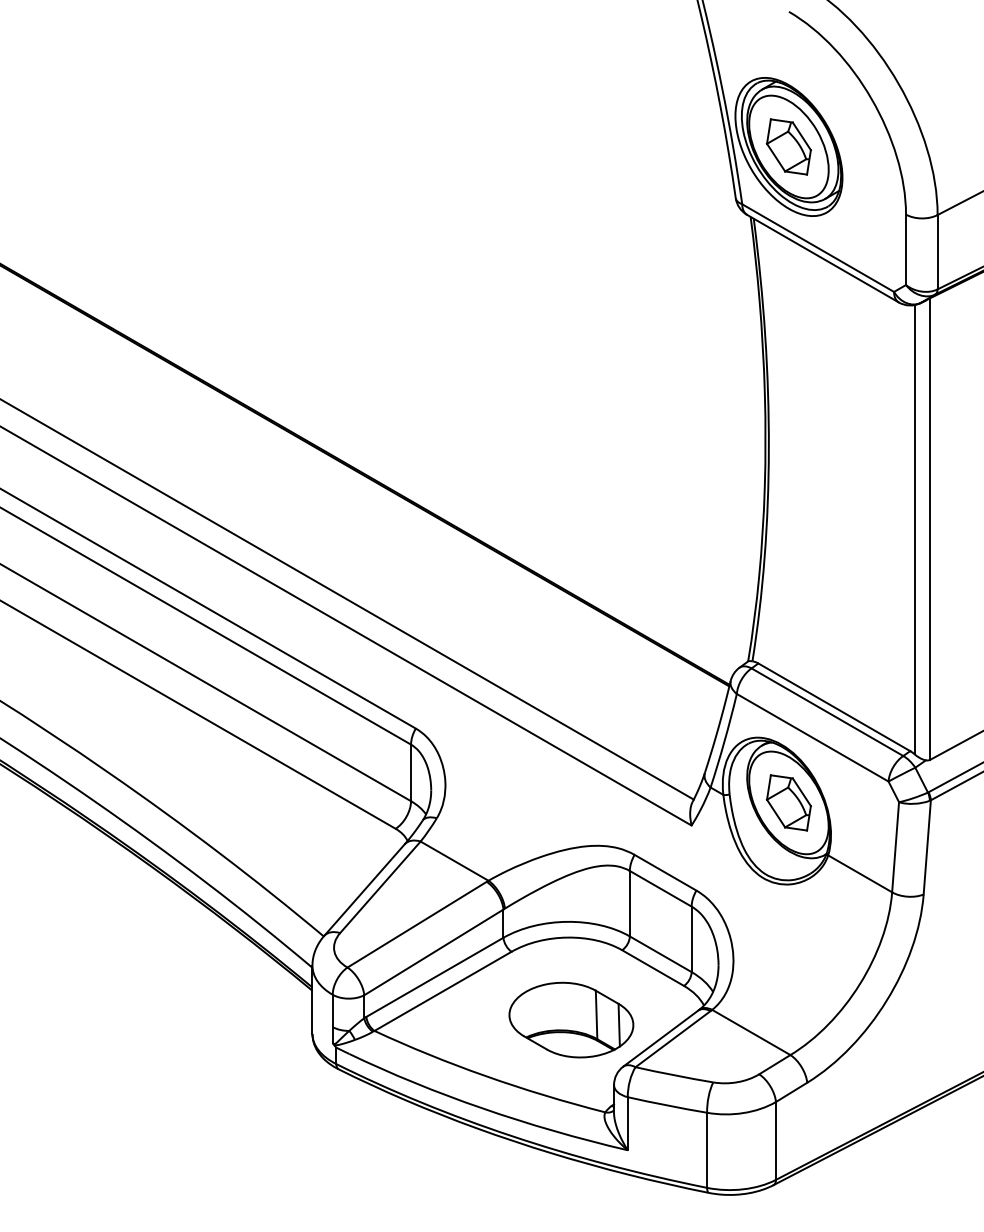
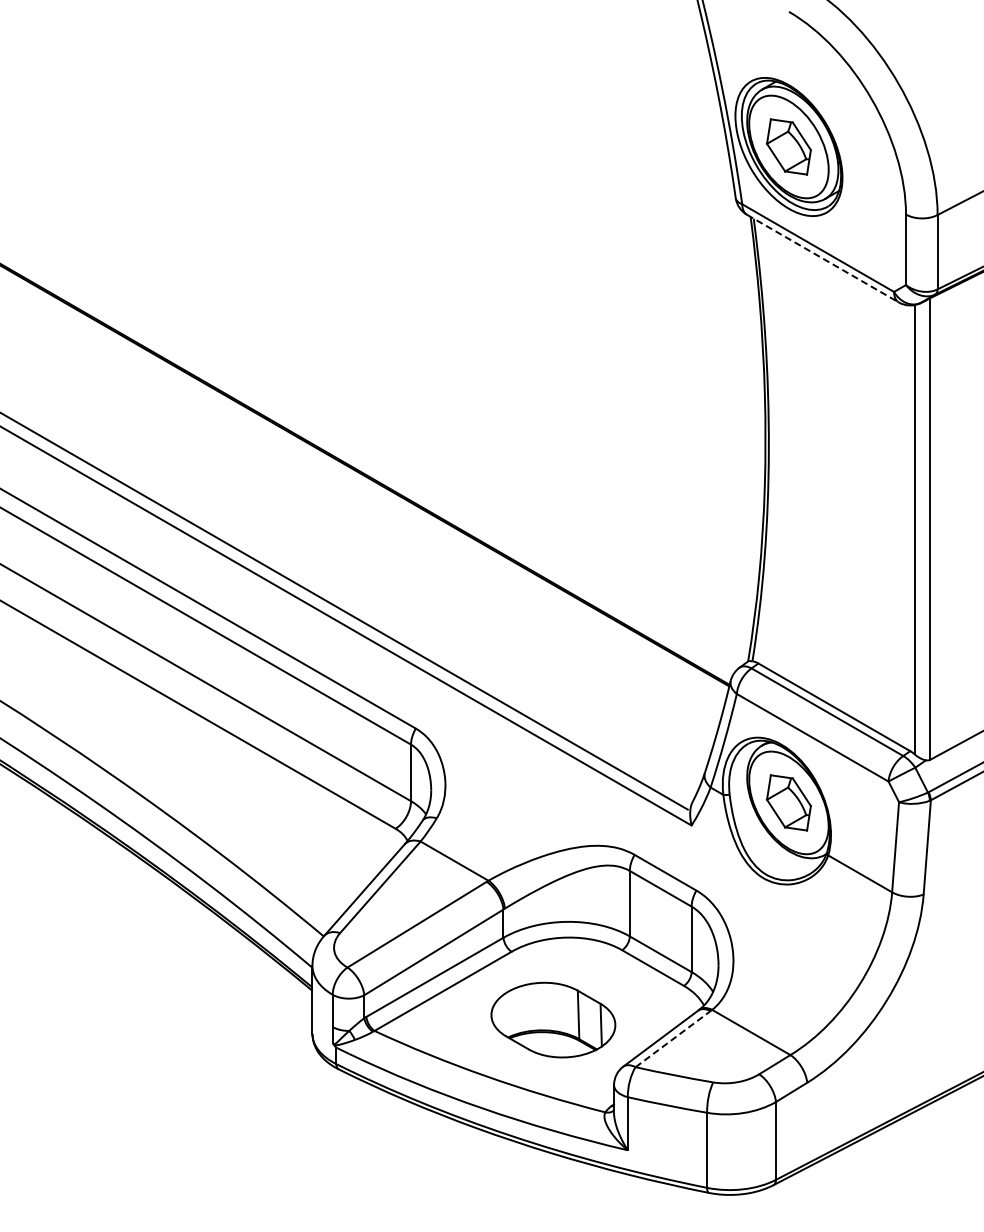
line at (822, 258): solid -> dashed
line at (347, 599) position: (347, 599) -> (344, 611)
part at (571, 1019) position: (571, 1019) -> (553, 1019)
line at (673, 1039): solid -> dashed
